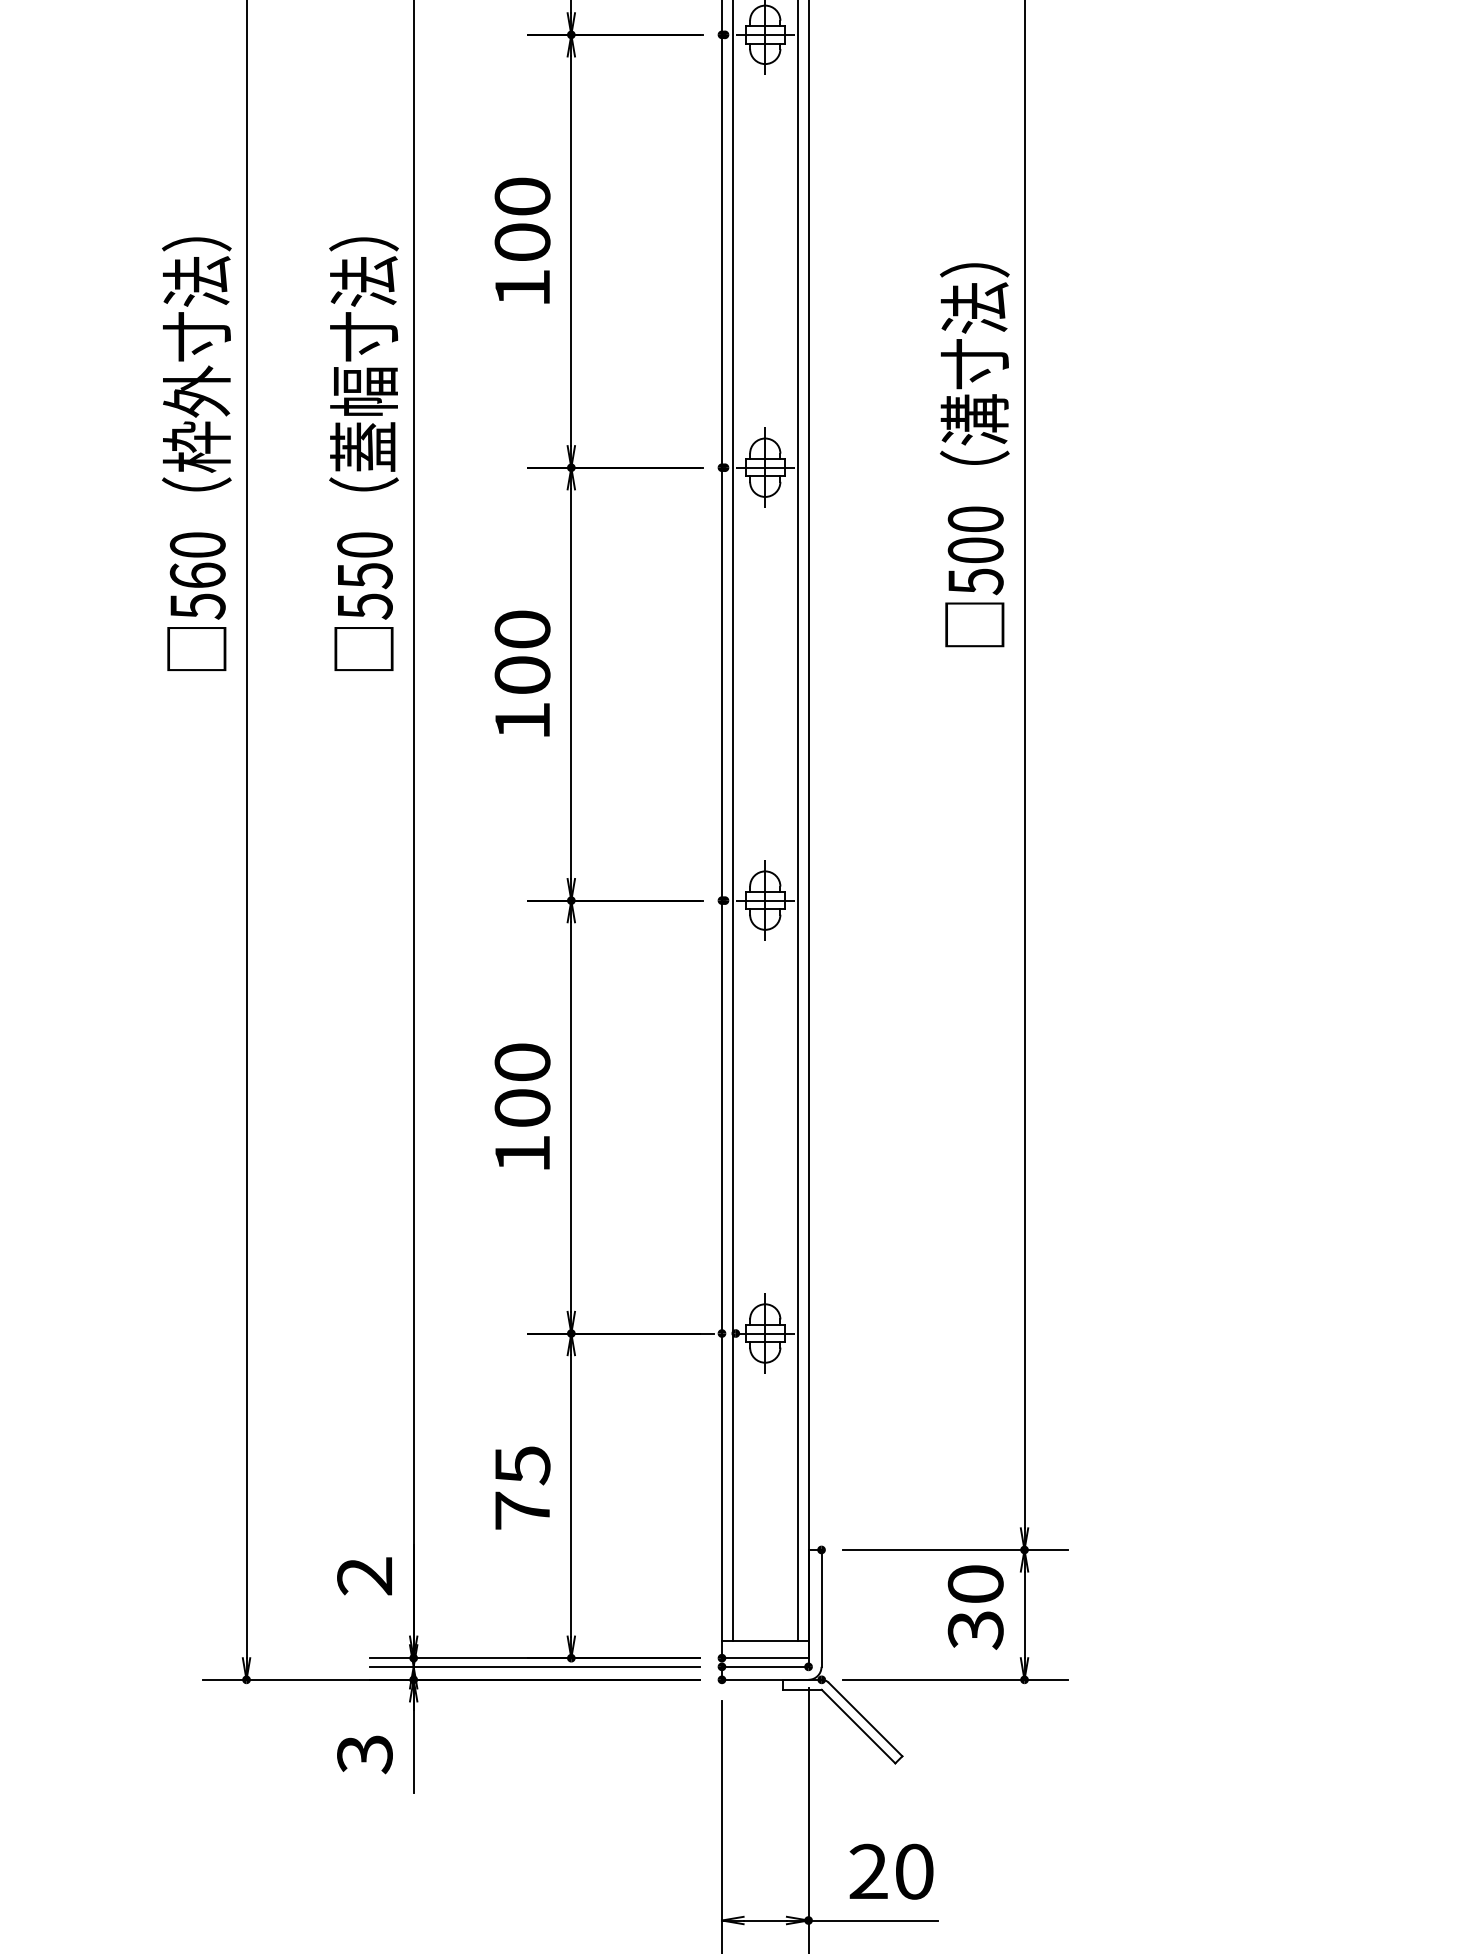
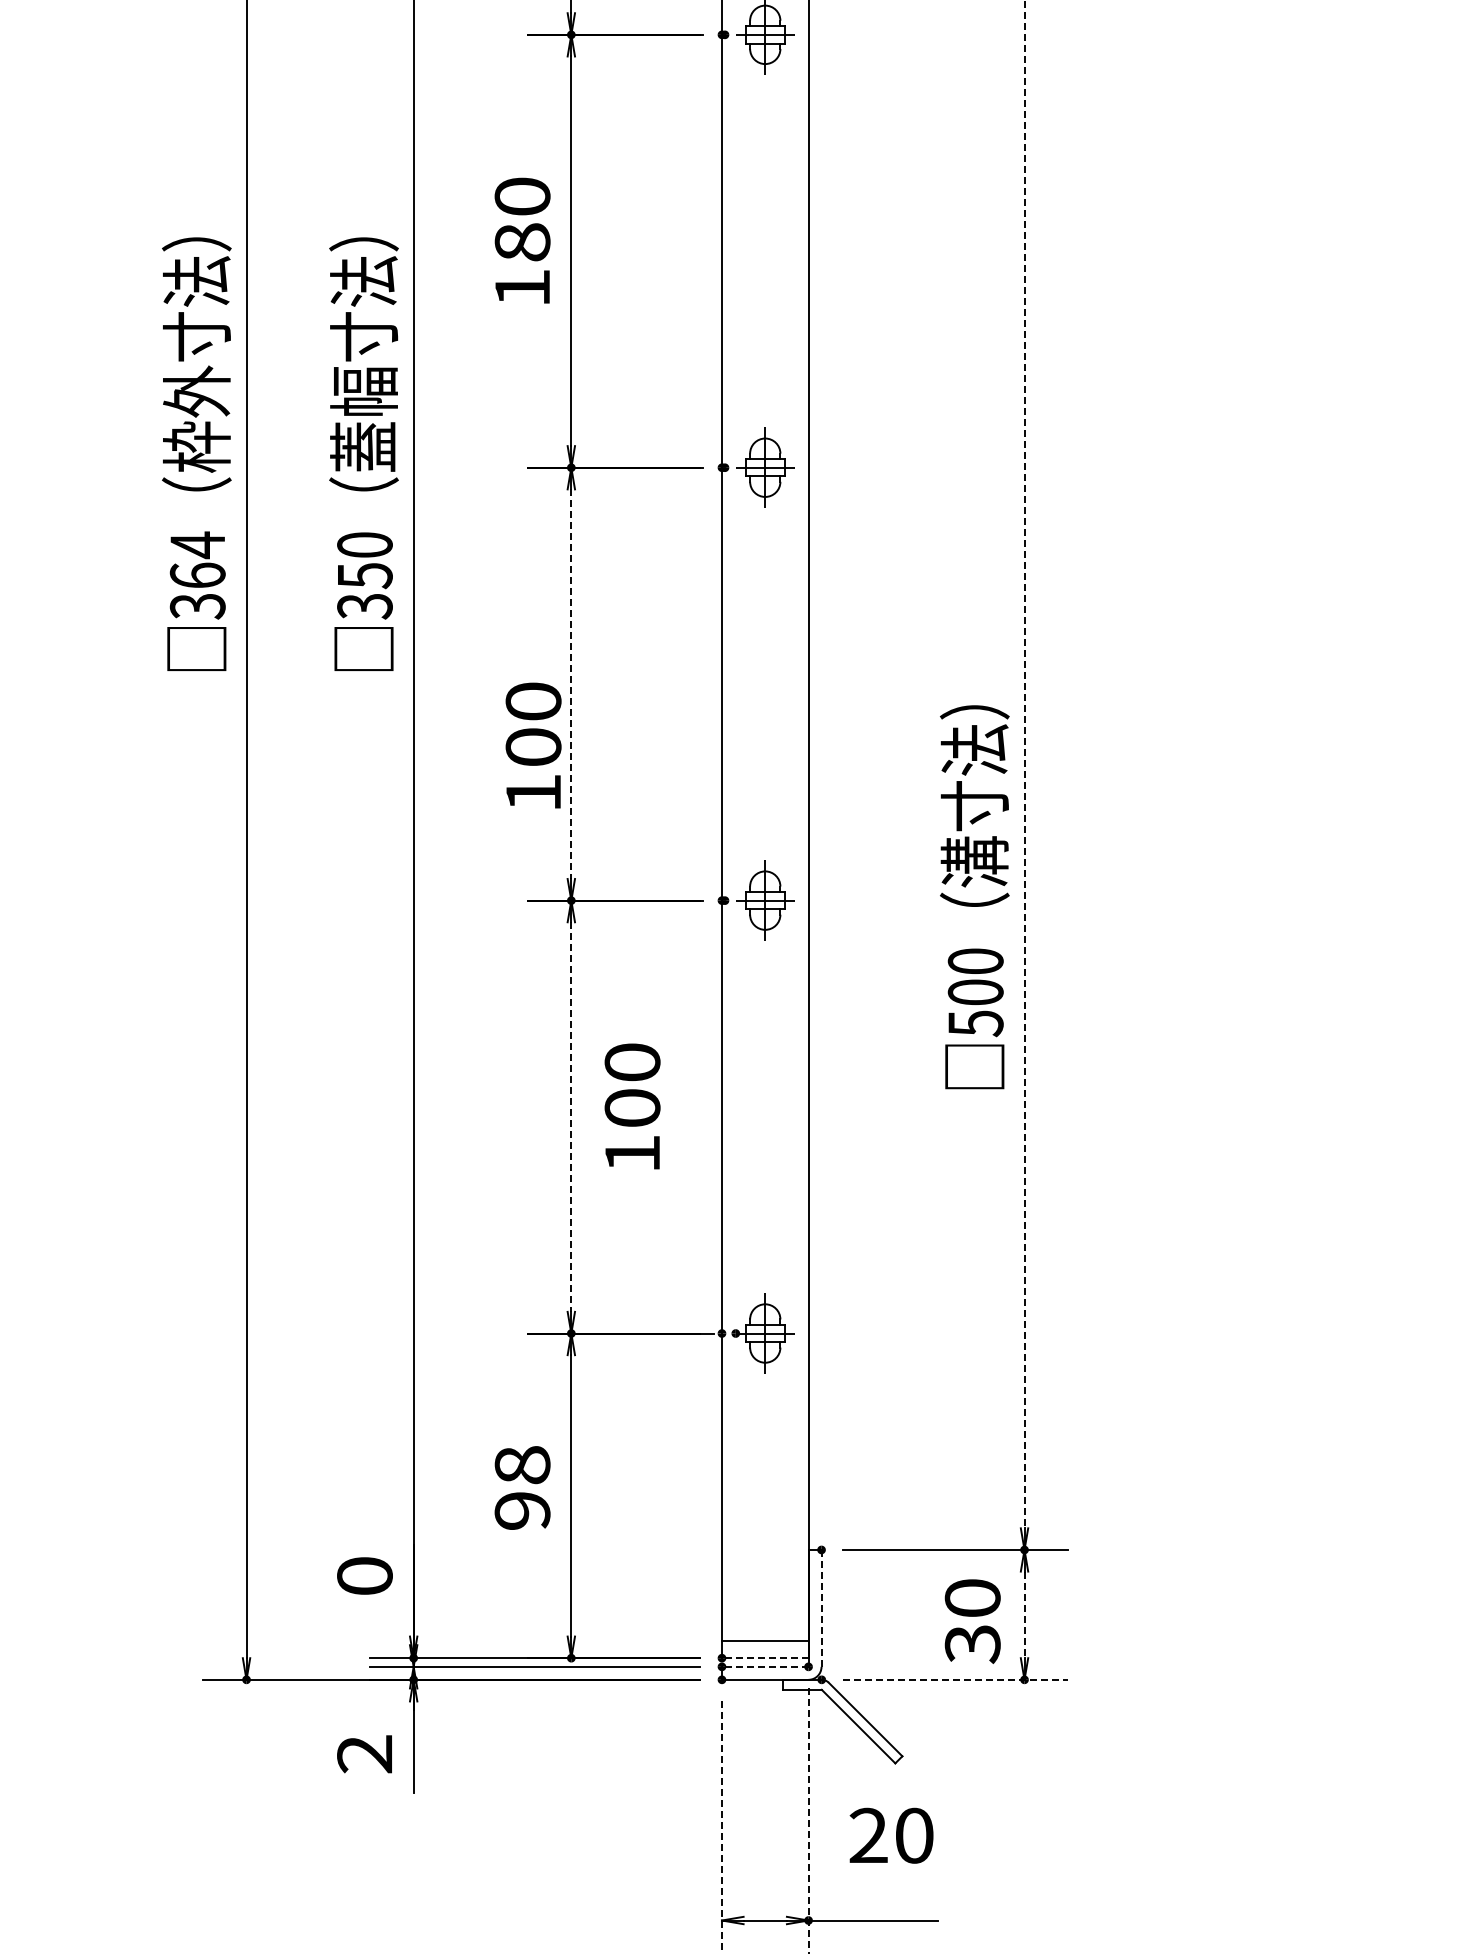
text at (522, 242): 100 -> 180
text at (974, 455) position: (974, 455) -> (974, 897)
text at (197, 575): 560 -> 364
text at (364, 606): 550 -> 350
text at (522, 673) position: (522, 673) -> (533, 745)
line at (571, 684): solid -> dashed
line at (1024, 764): solid -> dashed
line at (732, 821): present -> none
line at (797, 821): present -> none
text at (522, 1106) position: (522, 1106) -> (632, 1106)
line at (571, 1117): solid -> dashed
text at (522, 1487): 75 -> 98
text at (364, 1576): 2 -> 0
text at (975, 1607) position: (975, 1607) -> (972, 1621)
line at (821, 1608): solid -> dashed
line at (1024, 1615): solid -> dashed
line at (764, 1658): solid -> dashed
line at (764, 1666): solid -> dashed
line at (956, 1679): solid -> dashed
text at (364, 1754): 3 -> 2
line at (808, 1821): solid -> dashed
line at (721, 1828): solid -> dashed
text at (891, 1871) position: (891, 1871) -> (891, 1835)
